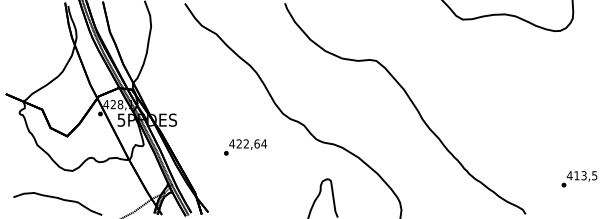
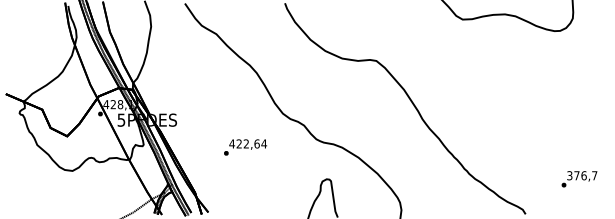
text at (581, 175): 413,5 -> 376,7
curve at (58, 199): present -> none
